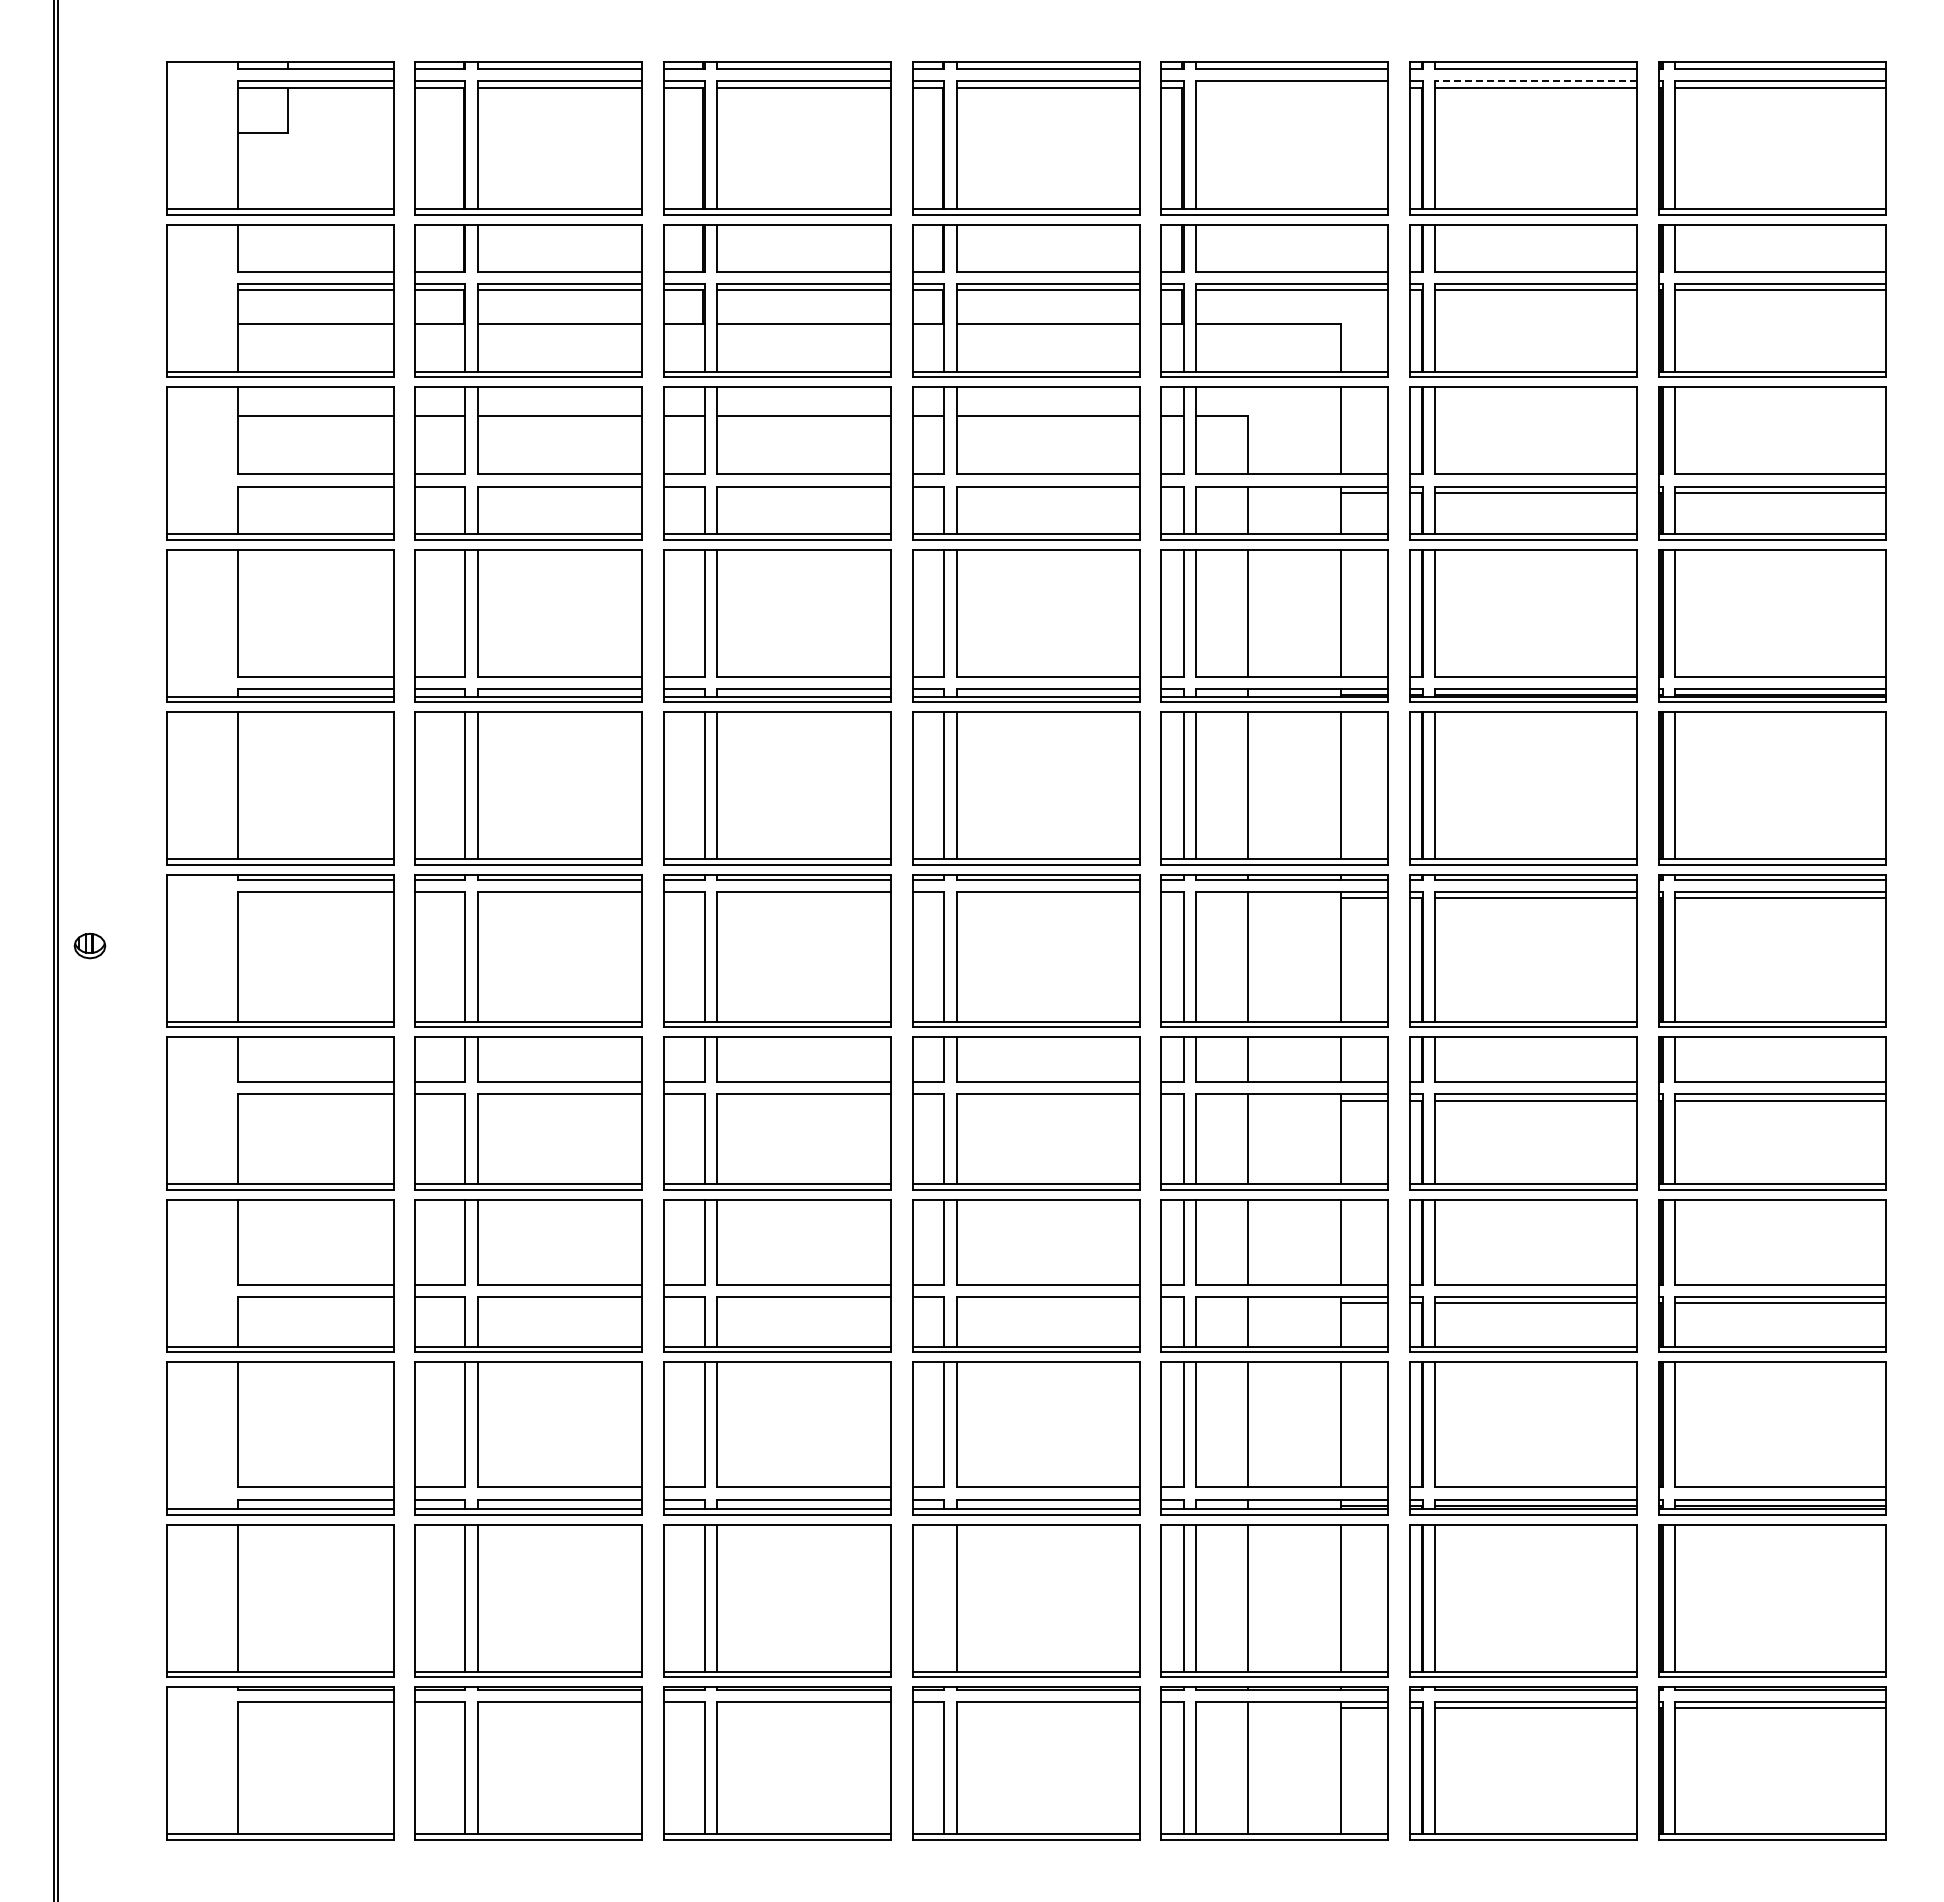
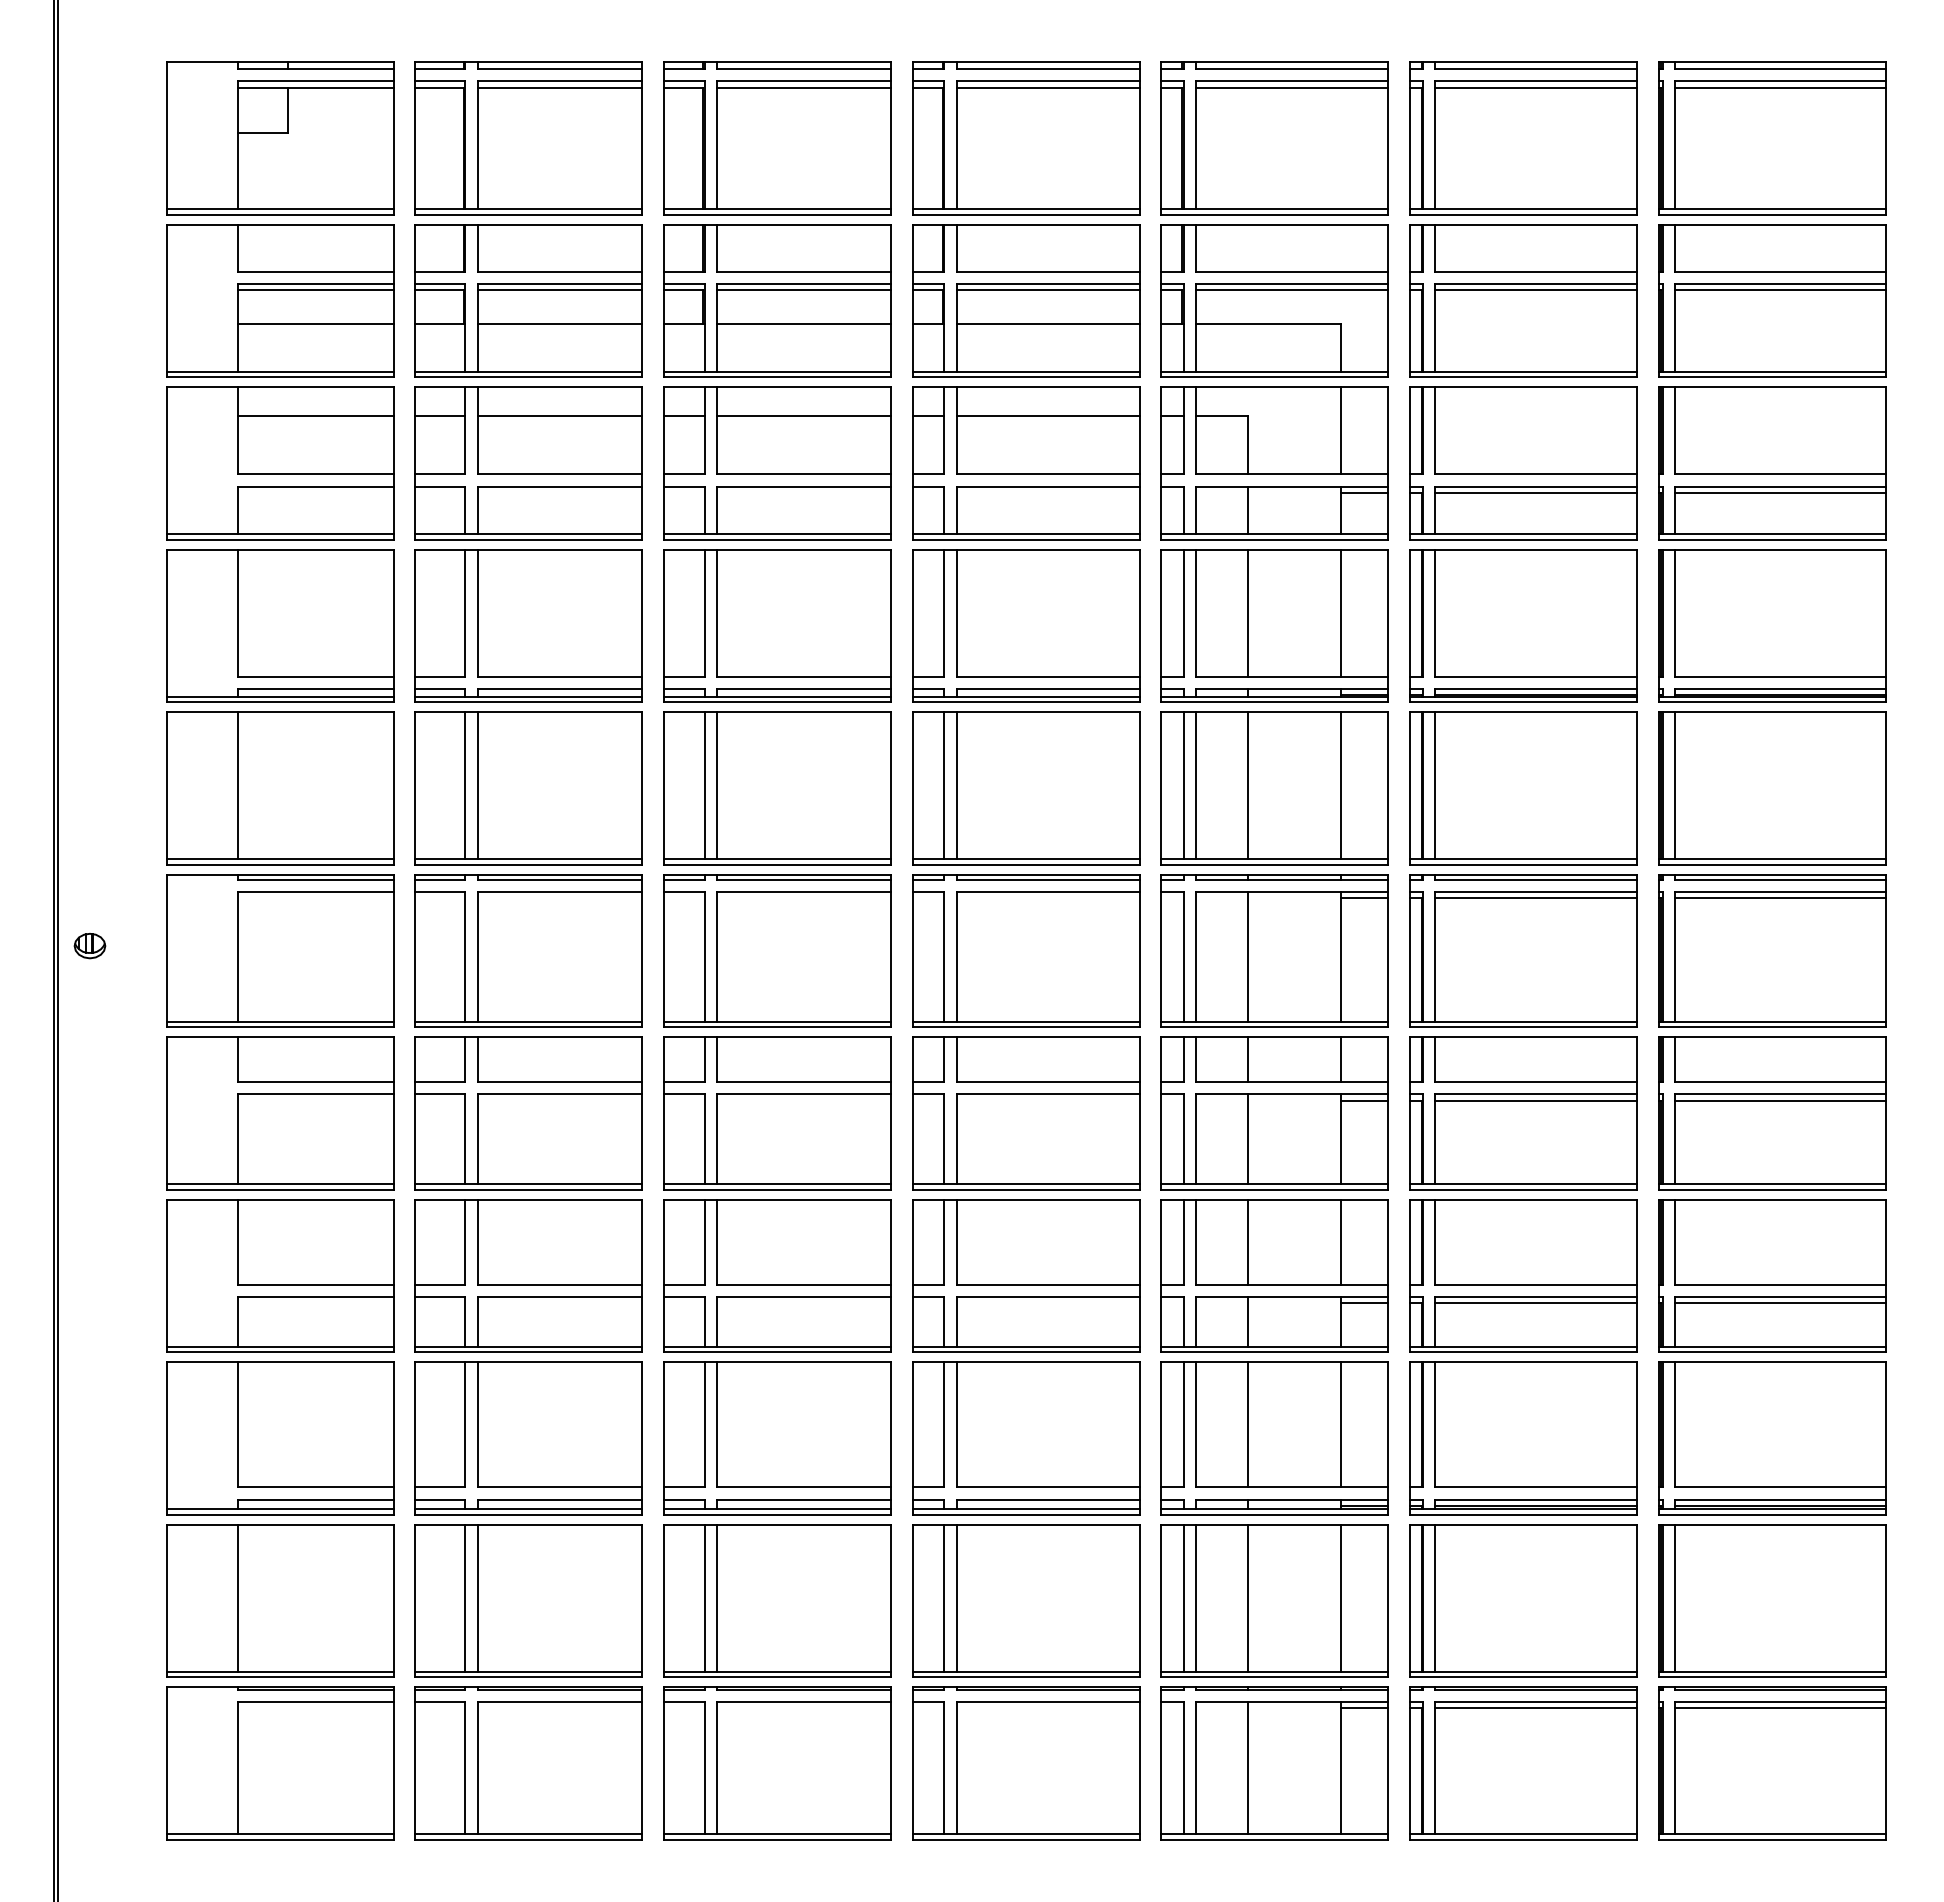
line at (1536, 81): dashed -> solid
line at (1291, 87): none -> present
line at (944, 1597): none -> present
